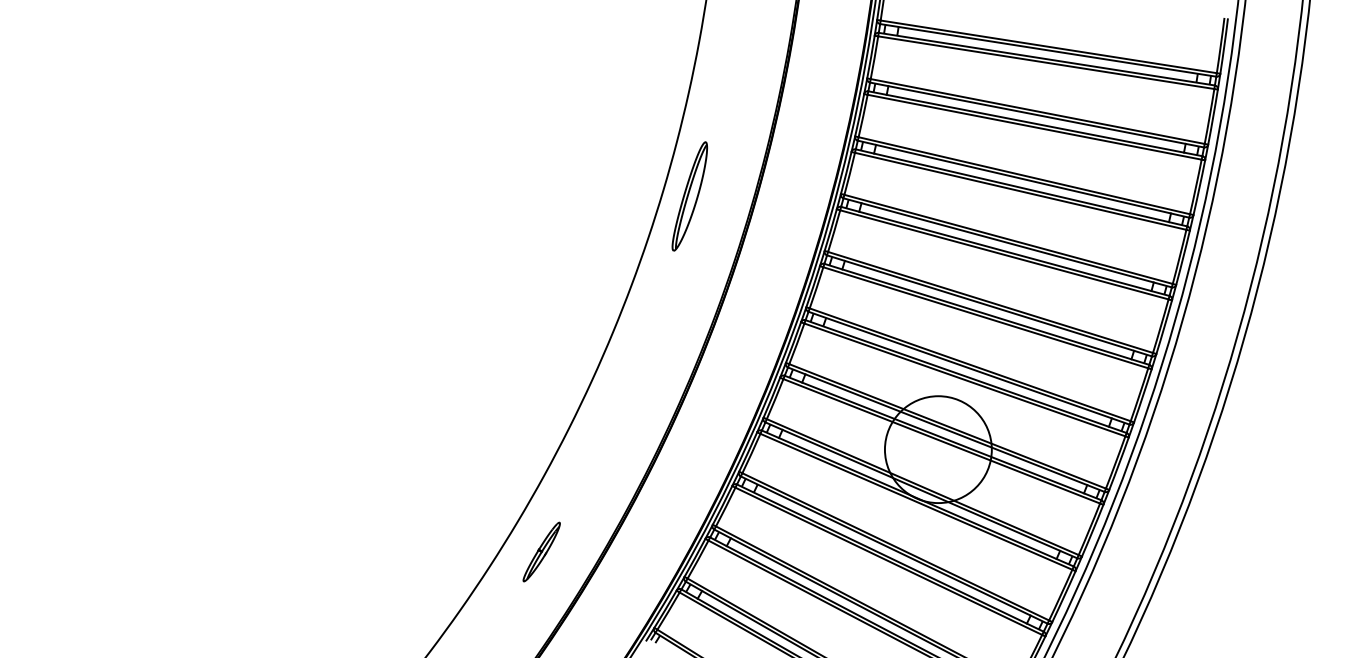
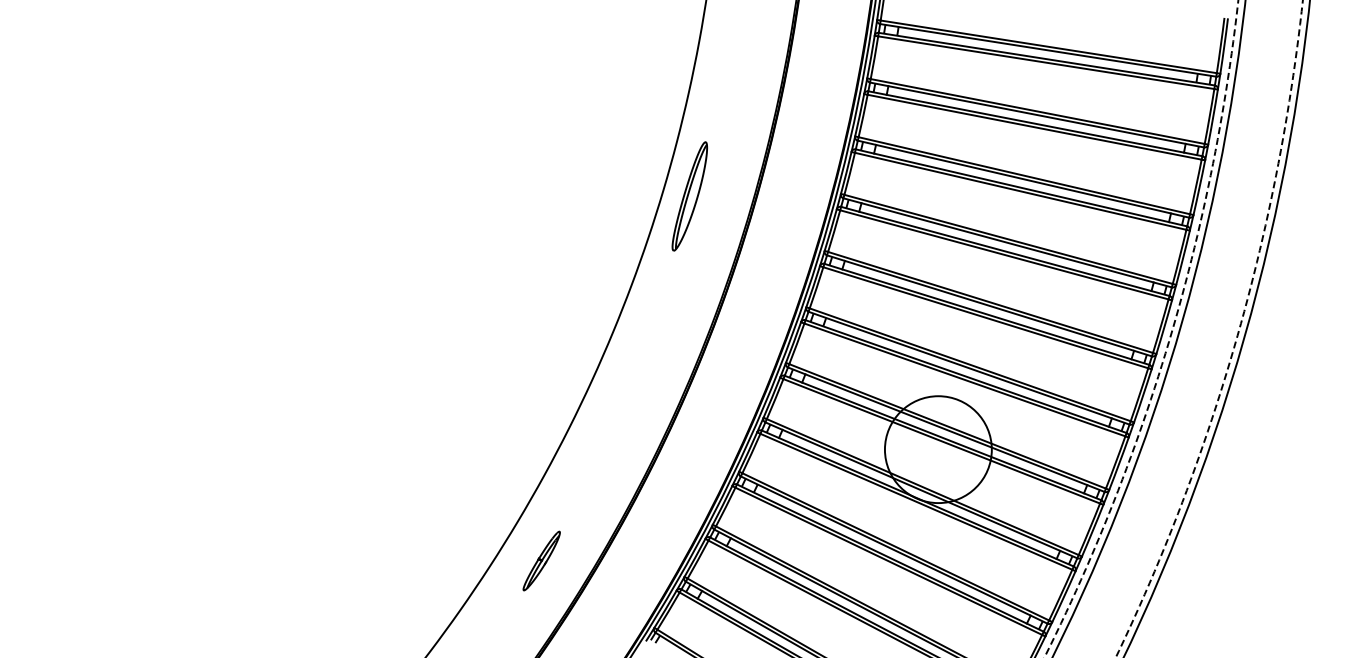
circle at (1141, 328): solid -> dashed
circle at (1208, 328): solid -> dashed
part at (541, 551) position: (541, 551) -> (541, 560)
